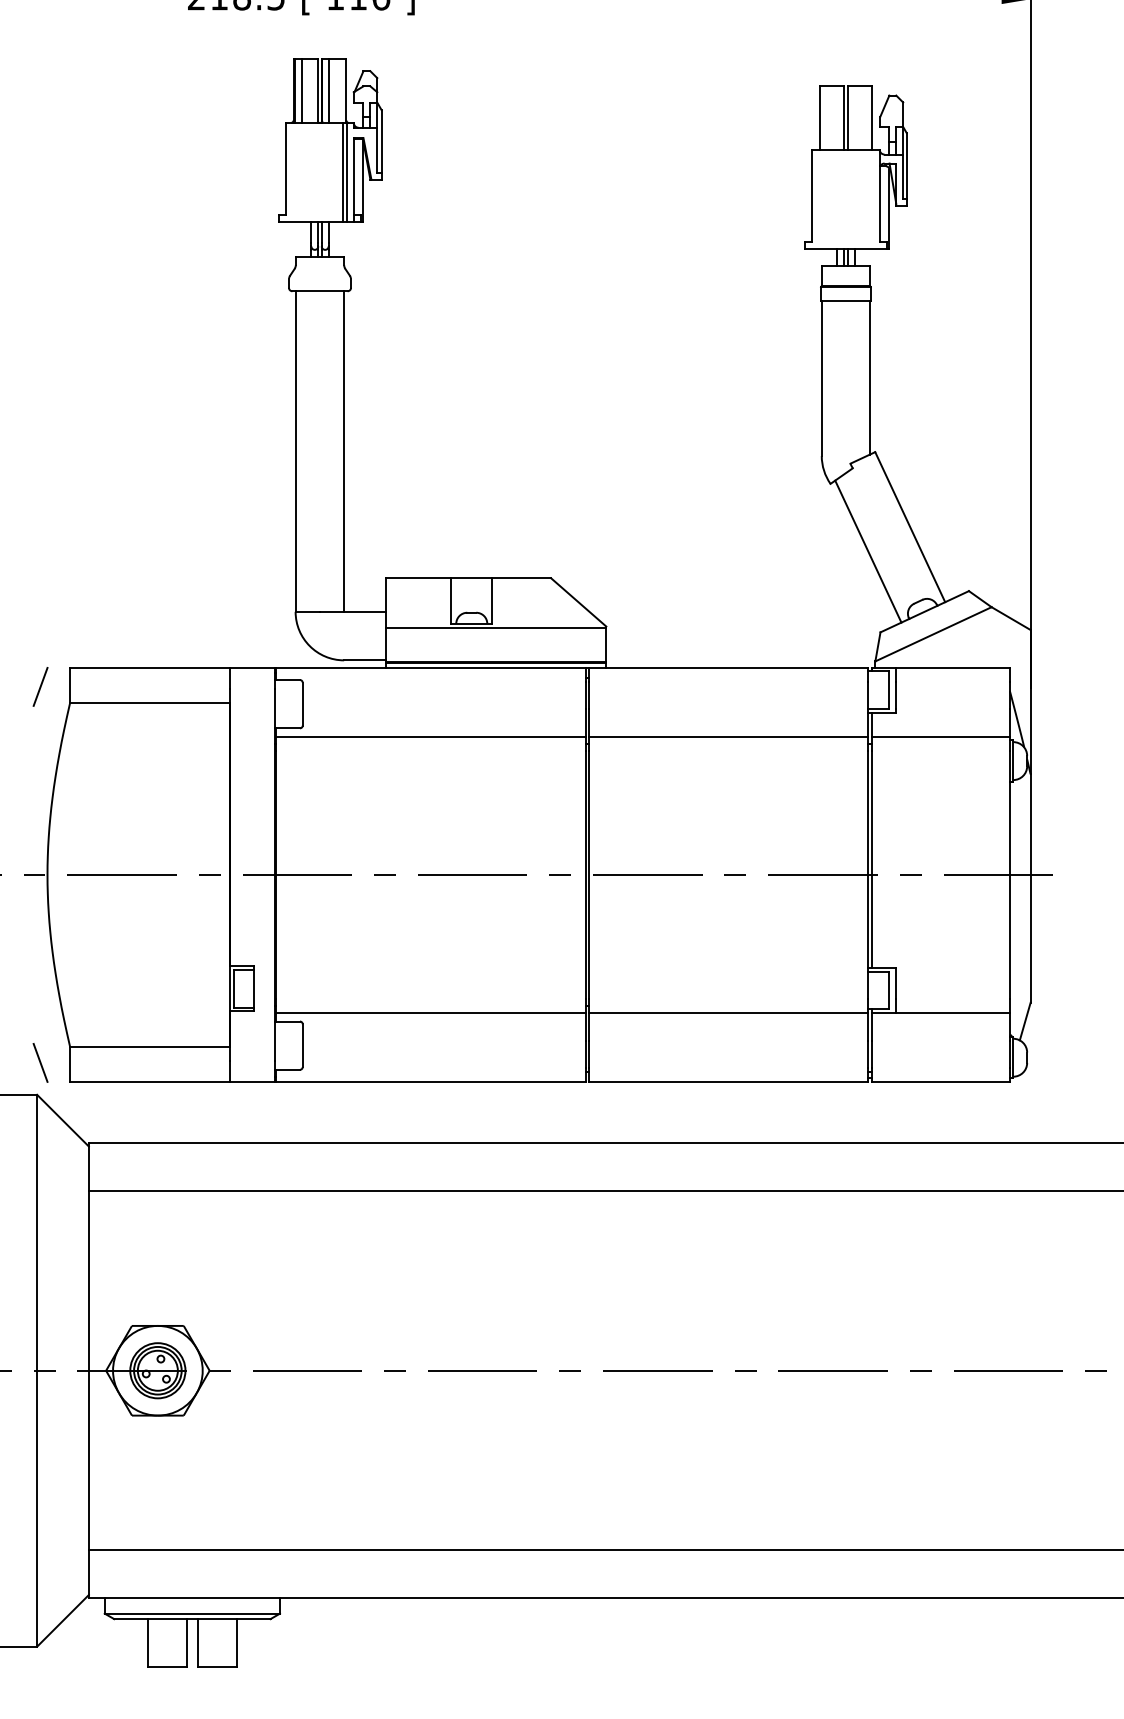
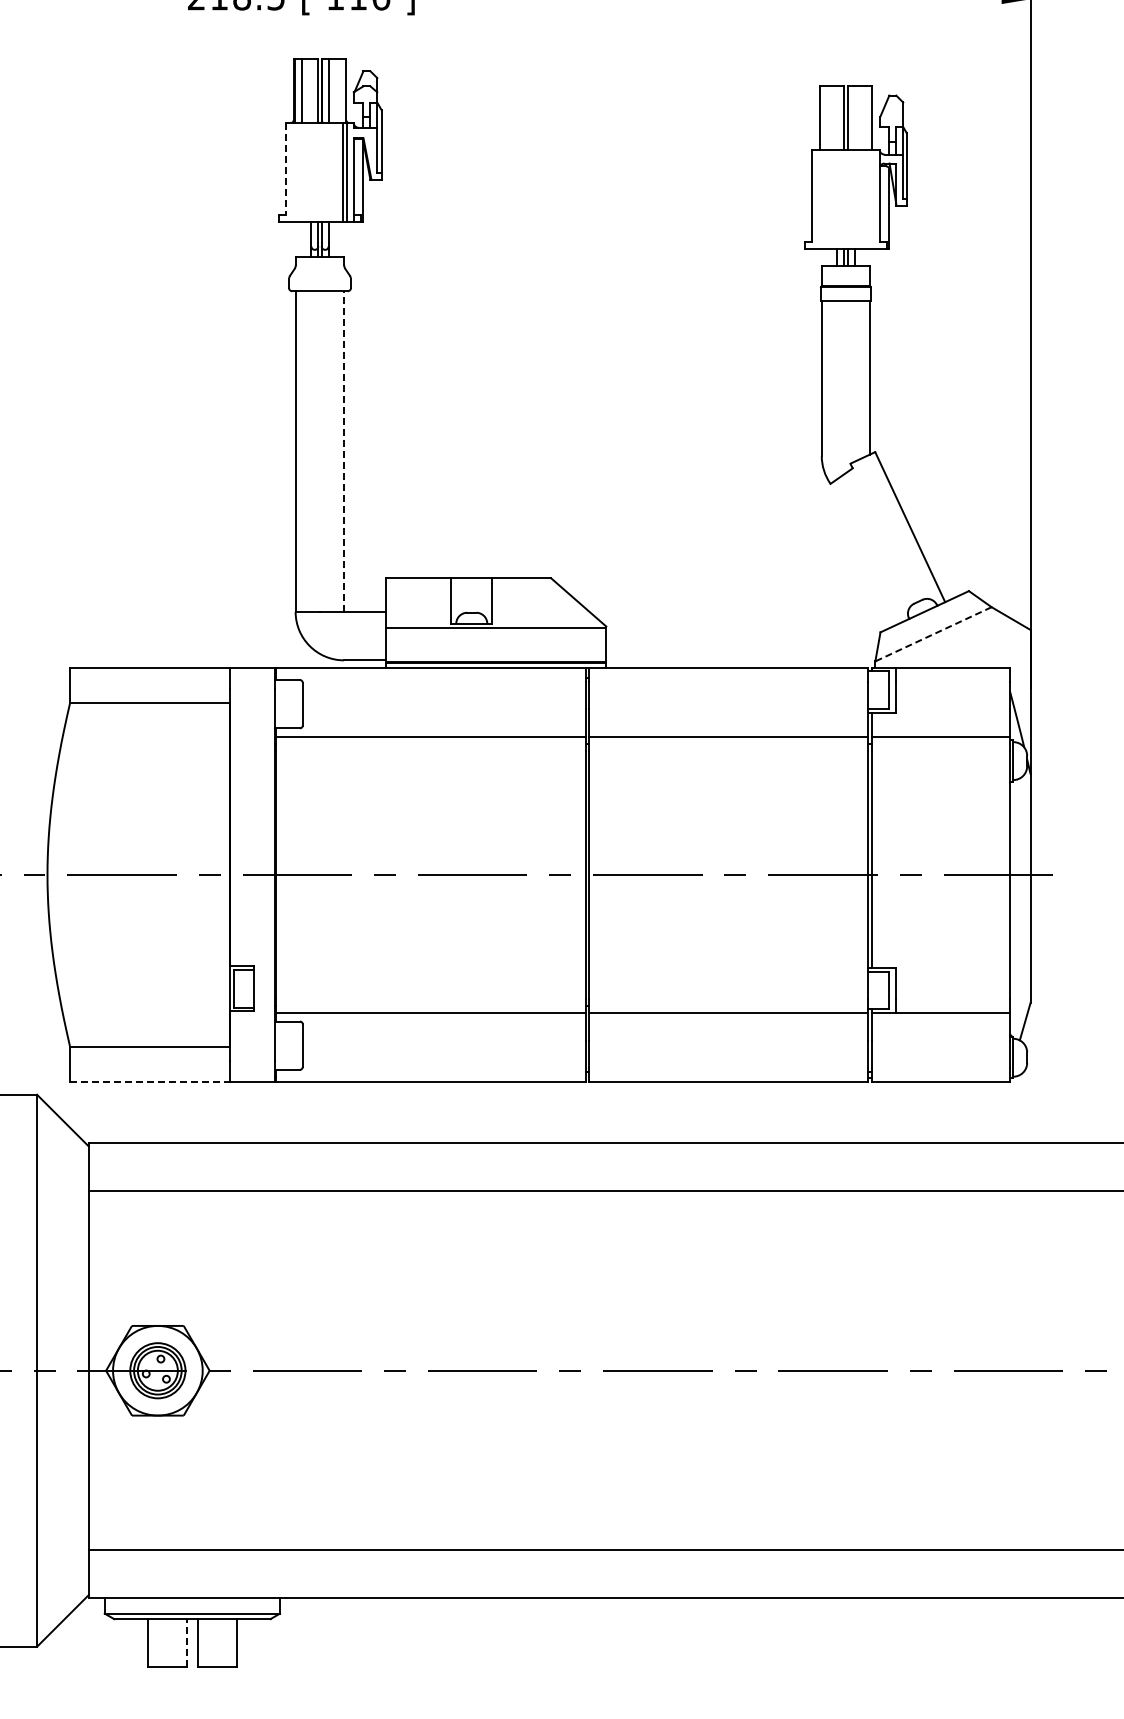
line at (286, 169): solid -> dashed
line at (344, 451): solid -> dashed
line at (868, 551): present -> none
line at (933, 634): solid -> dashed
line at (40, 686): present -> none
line at (40, 1062): present -> none
line at (150, 1081): solid -> dashed
line at (186, 1642): solid -> dashed
